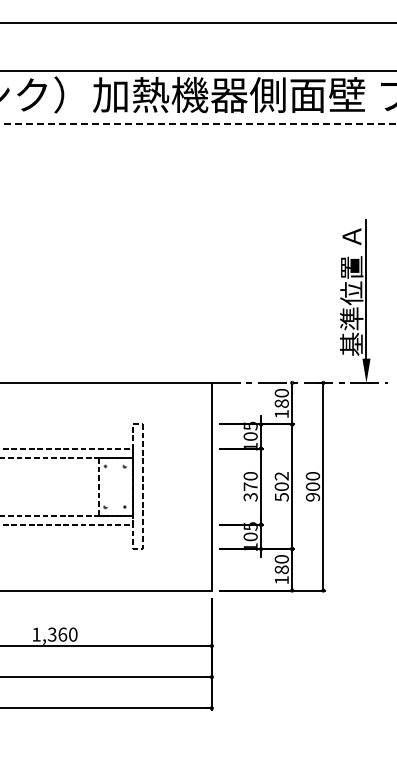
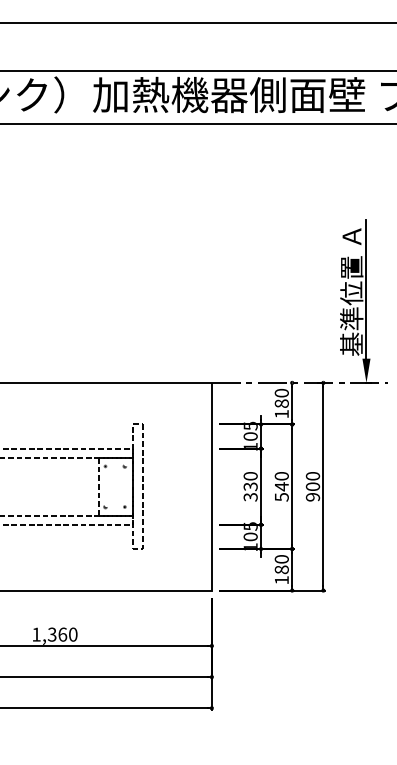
line at (198, 123): dashed -> solid
text at (281, 481): 502 -> 540
text at (250, 486): 370 -> 330
